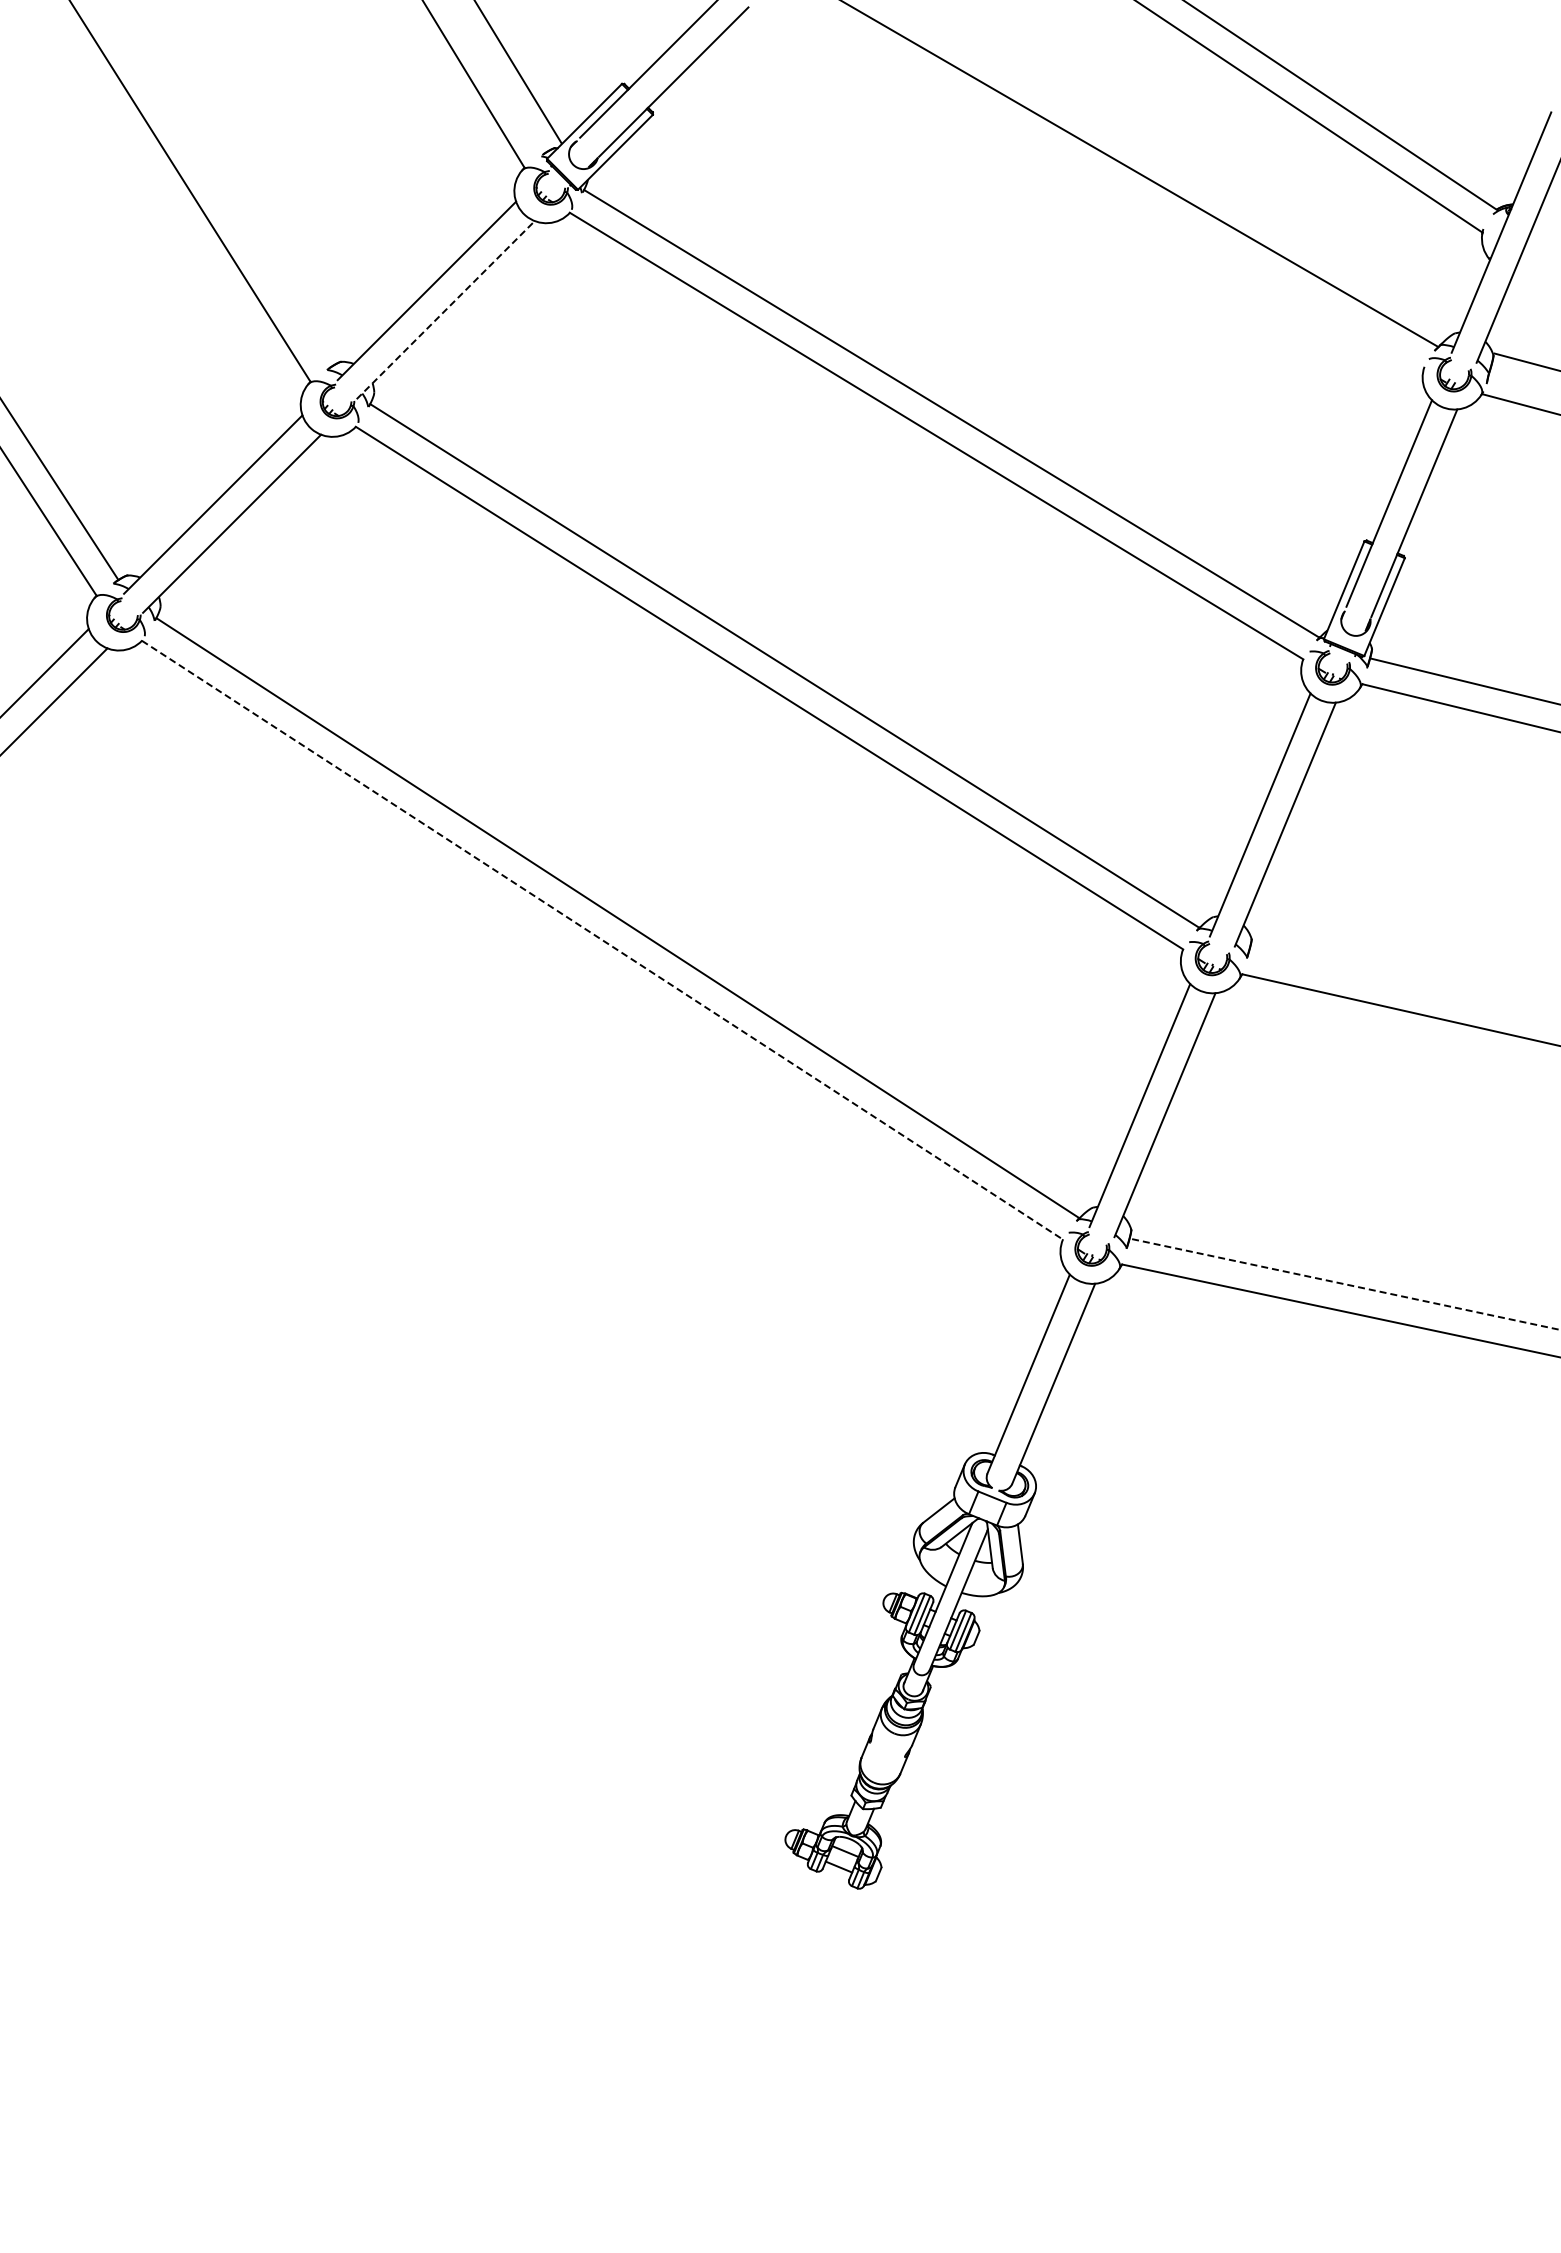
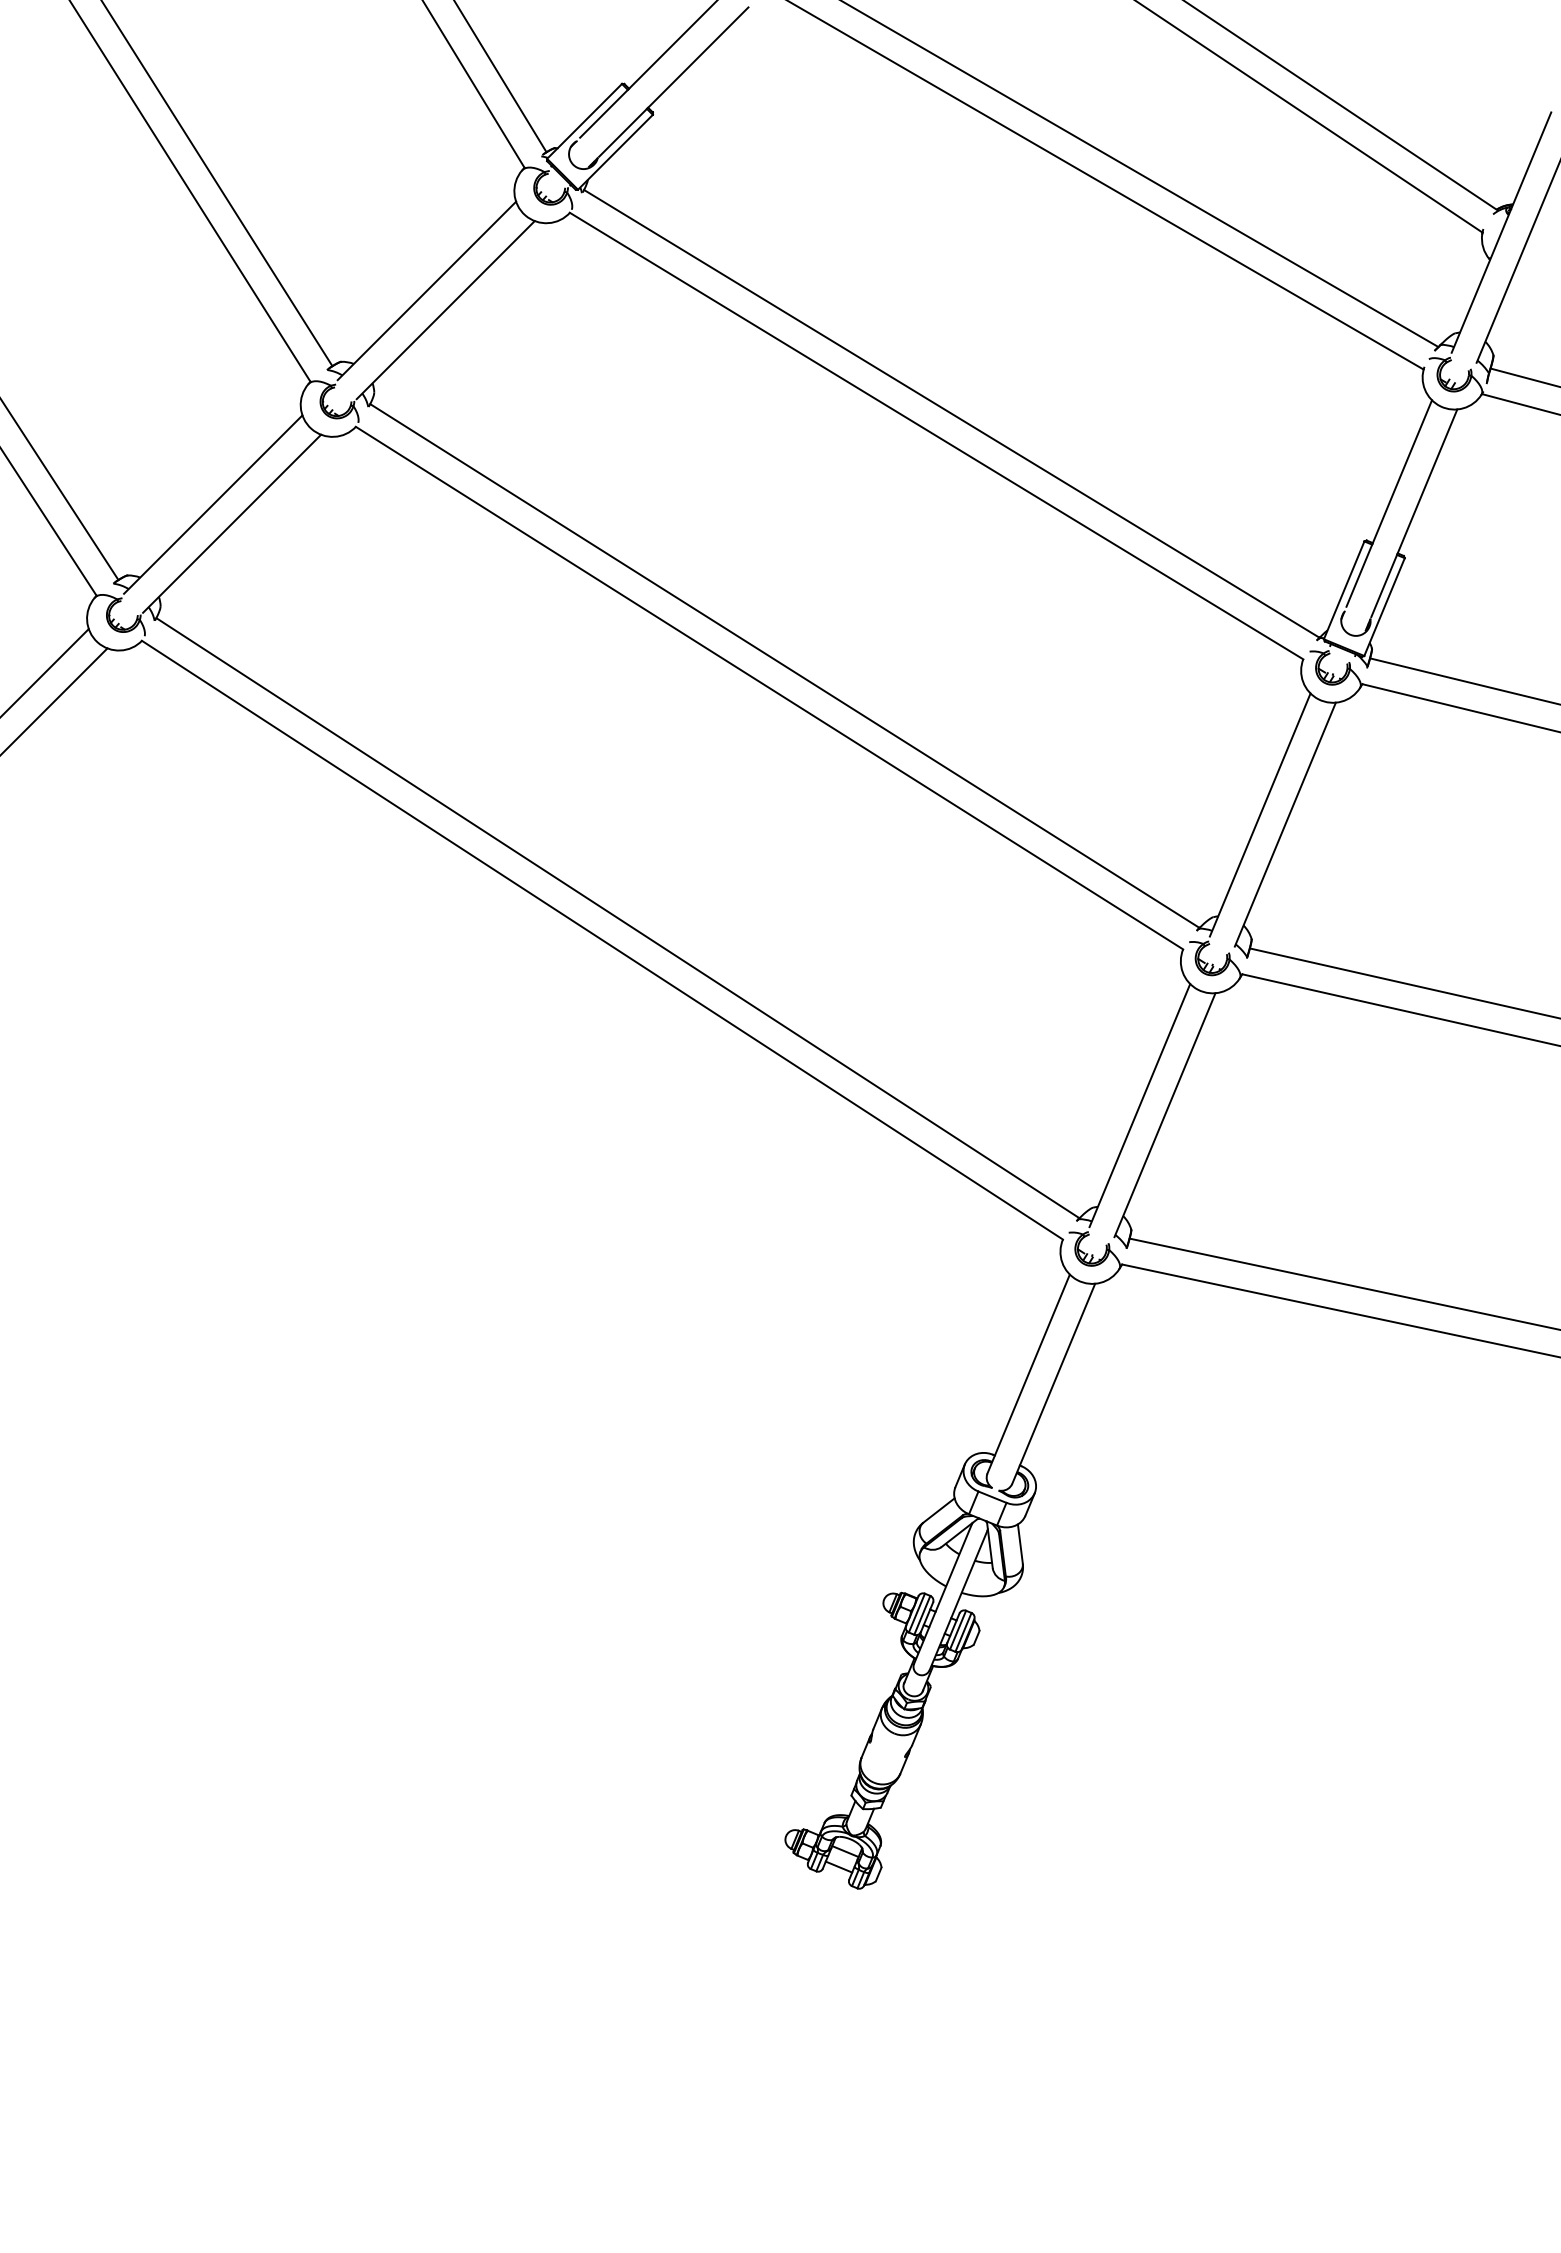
line at (518, 72) position: (518, 72) -> (500, 77)
line at (217, 184): none -> present
line at (1106, 185): none -> present
line at (445, 310): dashed -> solid
line at (1525, 361) position: (1525, 361) -> (1523, 377)
line at (602, 940): dashed -> solid
line at (1403, 982): none -> present
line at (1344, 1284): dashed -> solid
